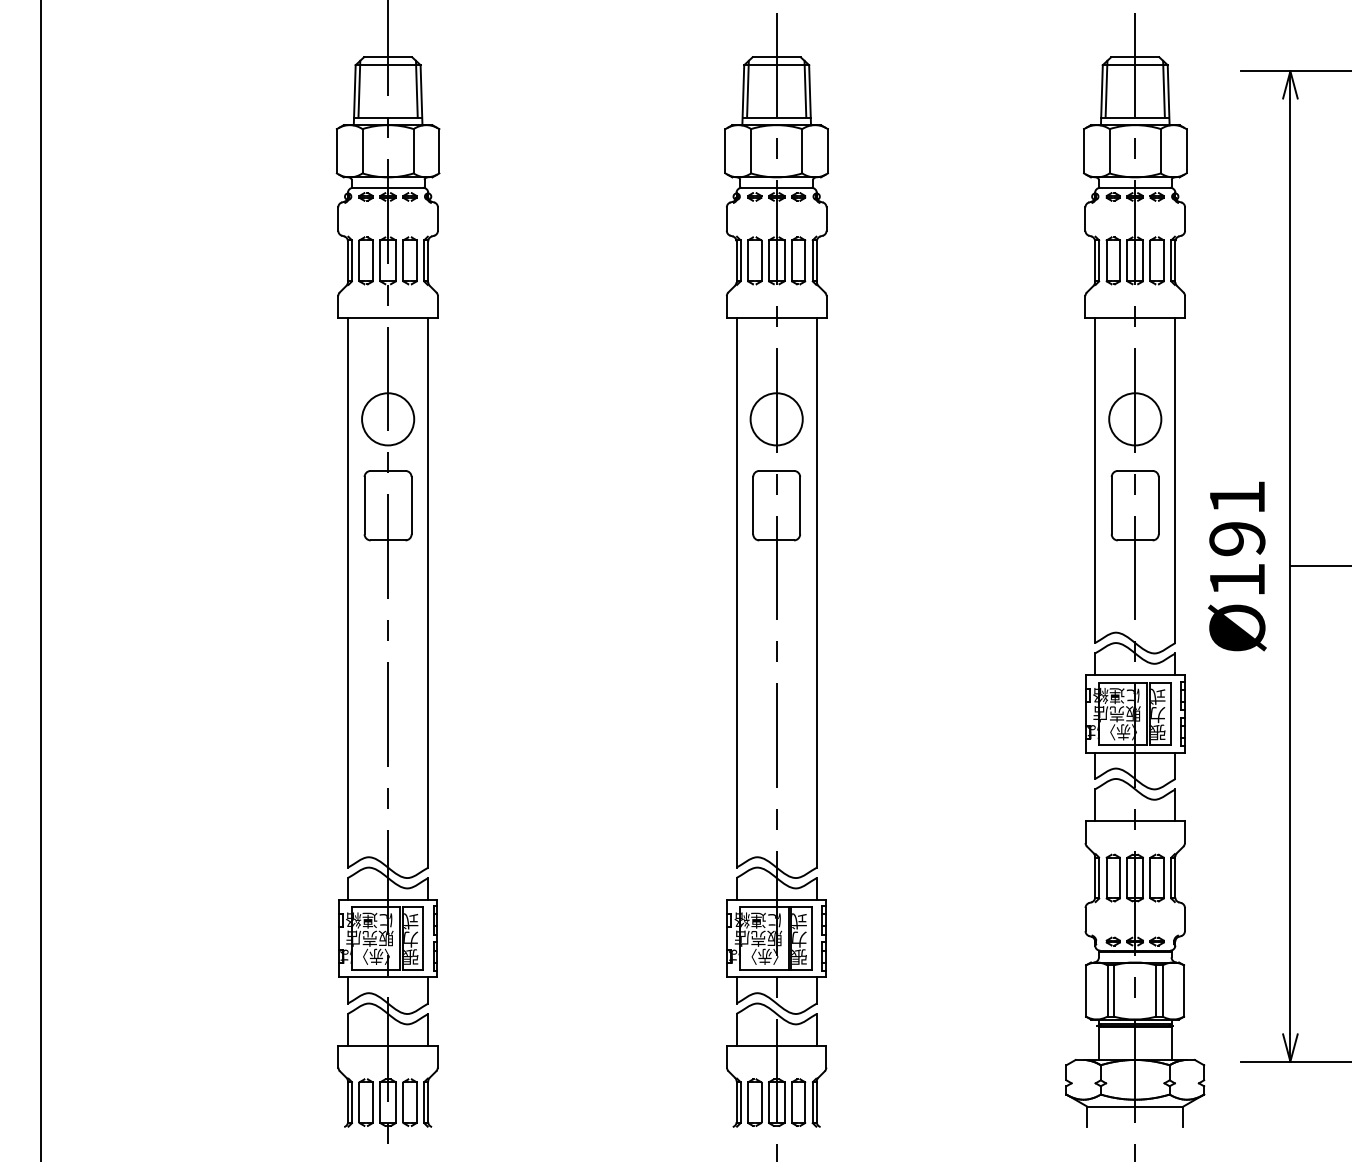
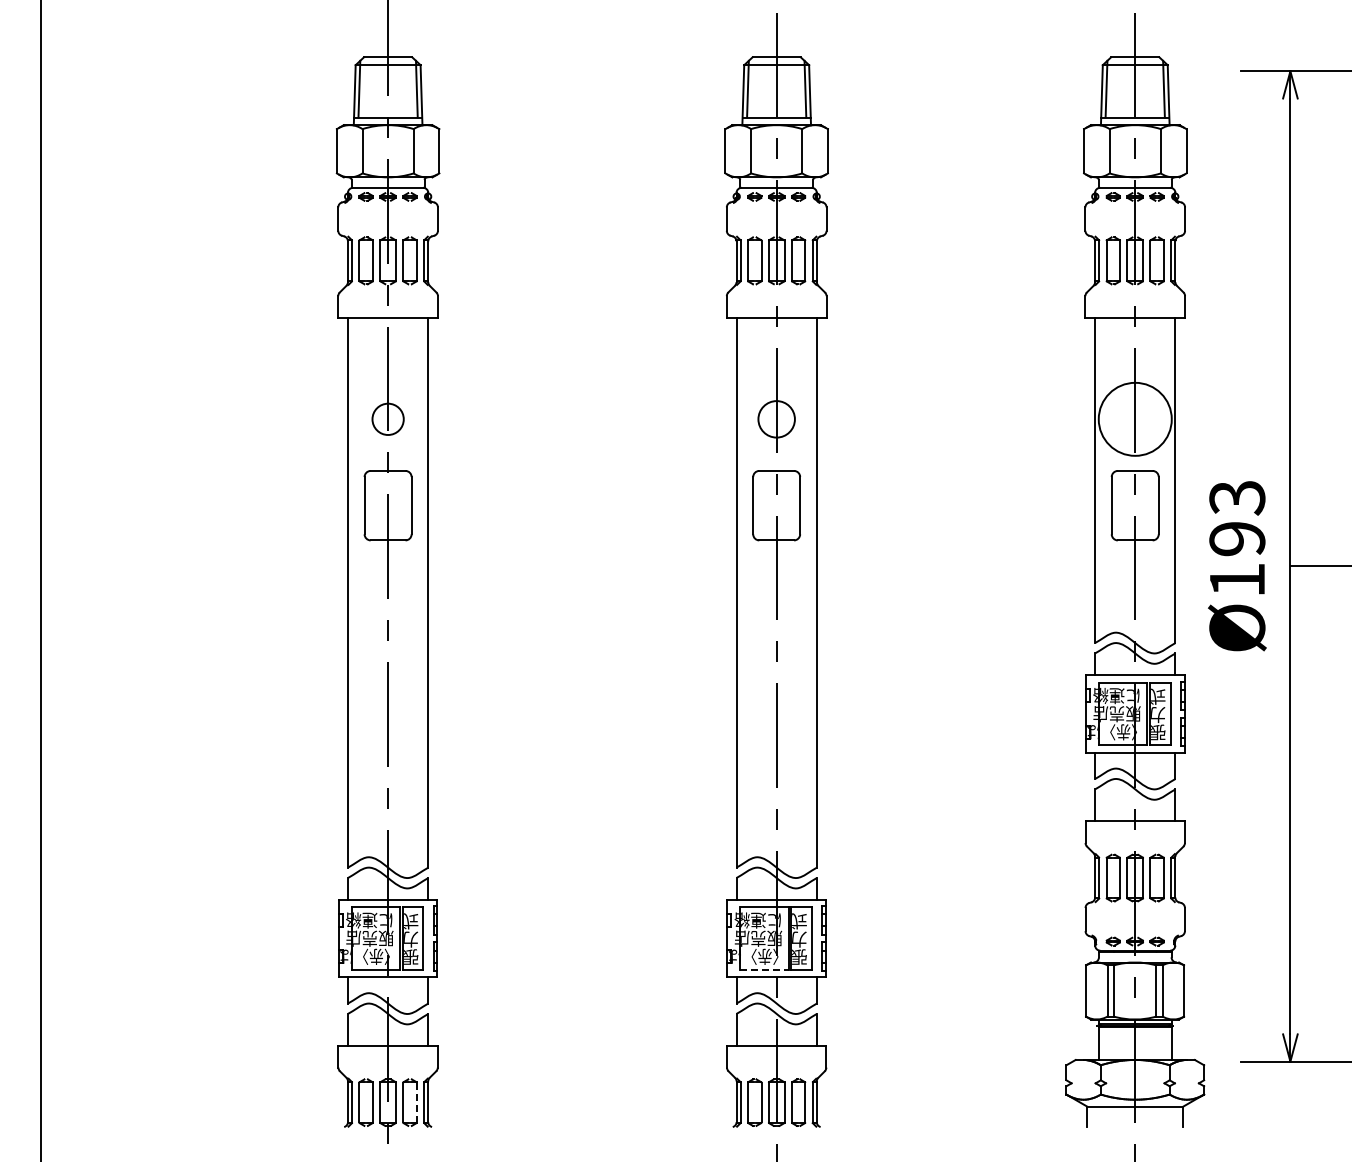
circle at (388, 419) diameter: 52 px -> 31 px
circle at (776, 419) diameter: 52 px -> 37 px
circle at (1135, 419) diameter: 52 px -> 73 px
text at (1237, 498): Ø191 -> Ø193
line at (765, 969): solid -> dashed
line at (416, 1102): solid -> dashed
